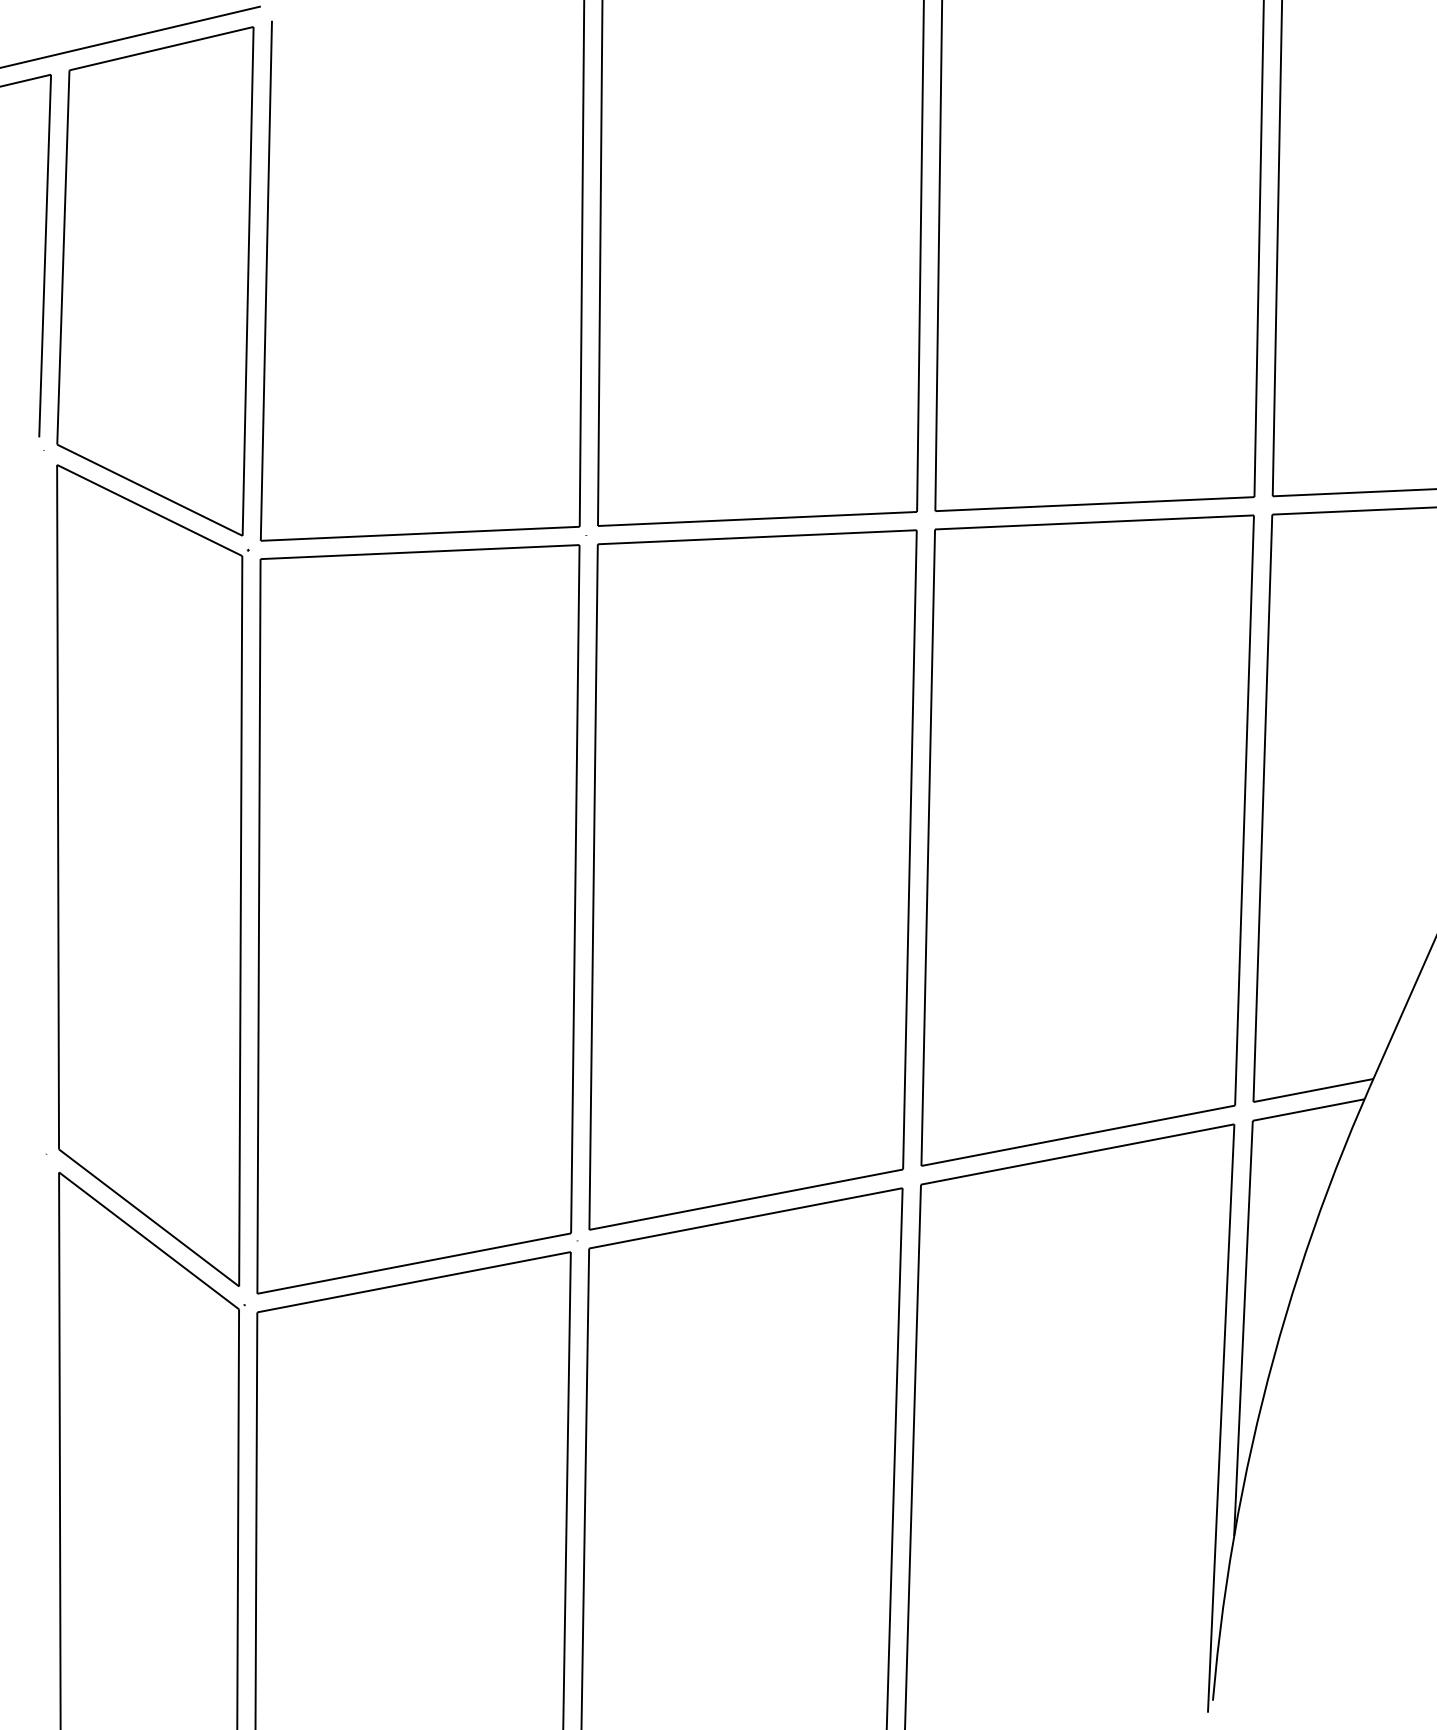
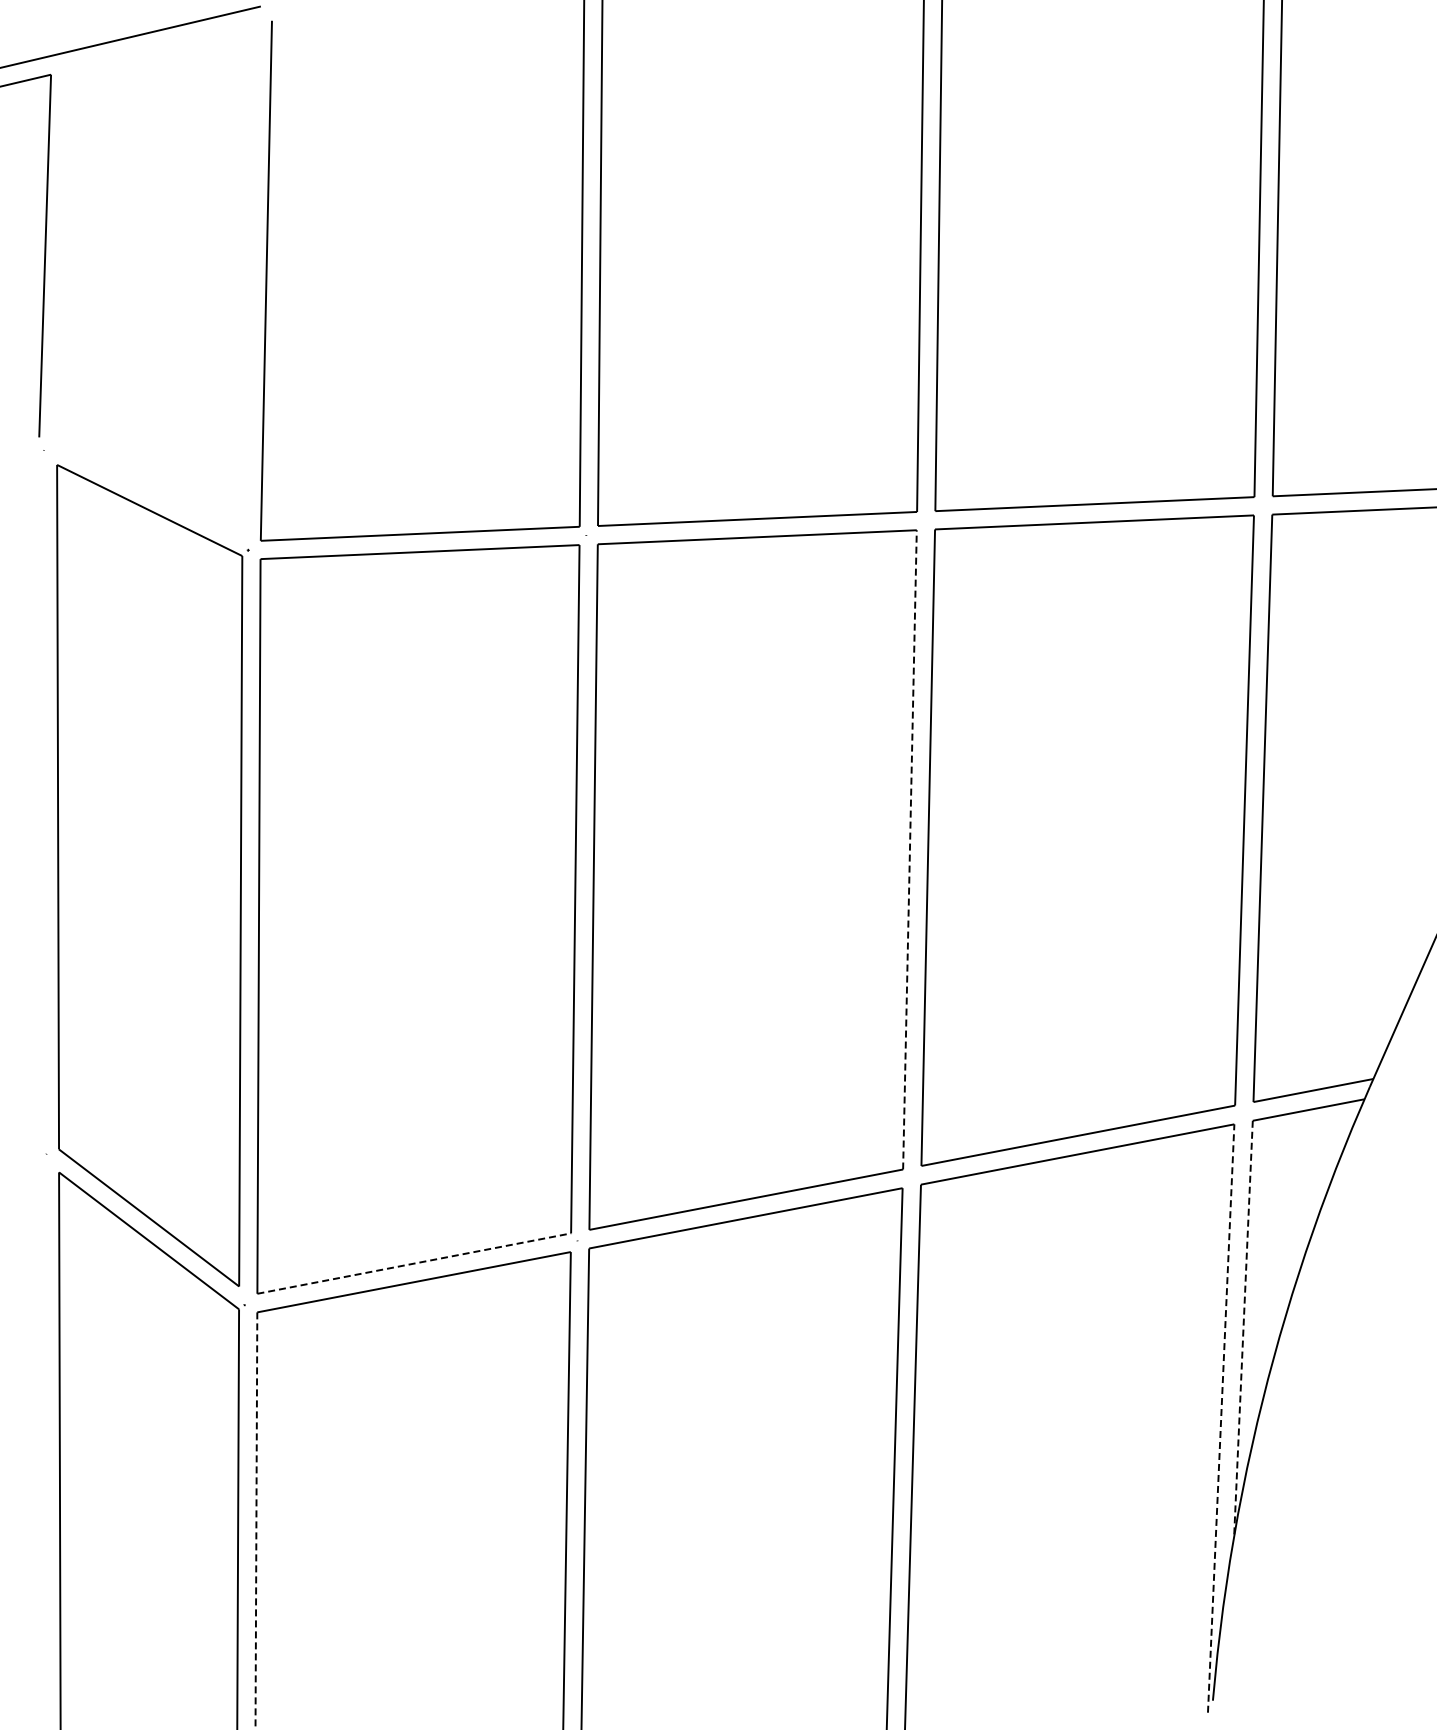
part at (155, 281): present -> none
line at (909, 849): solid -> dashed
line at (414, 1263): solid -> dashed
line at (1243, 1328): solid -> dashed
line at (1221, 1418): solid -> dashed
line at (256, 1521): solid -> dashed
